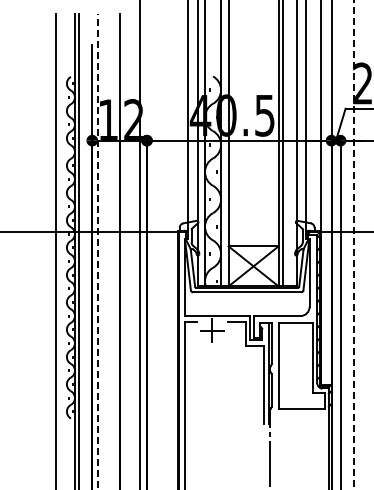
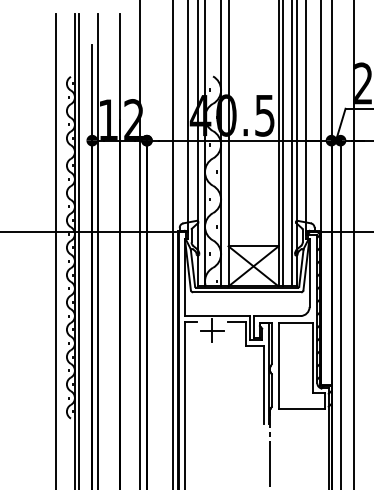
line at (292, 144): none -> present
line at (172, 244): none -> present
line at (354, 245): dashed -> solid
line at (97, 251): dashed -> solid
